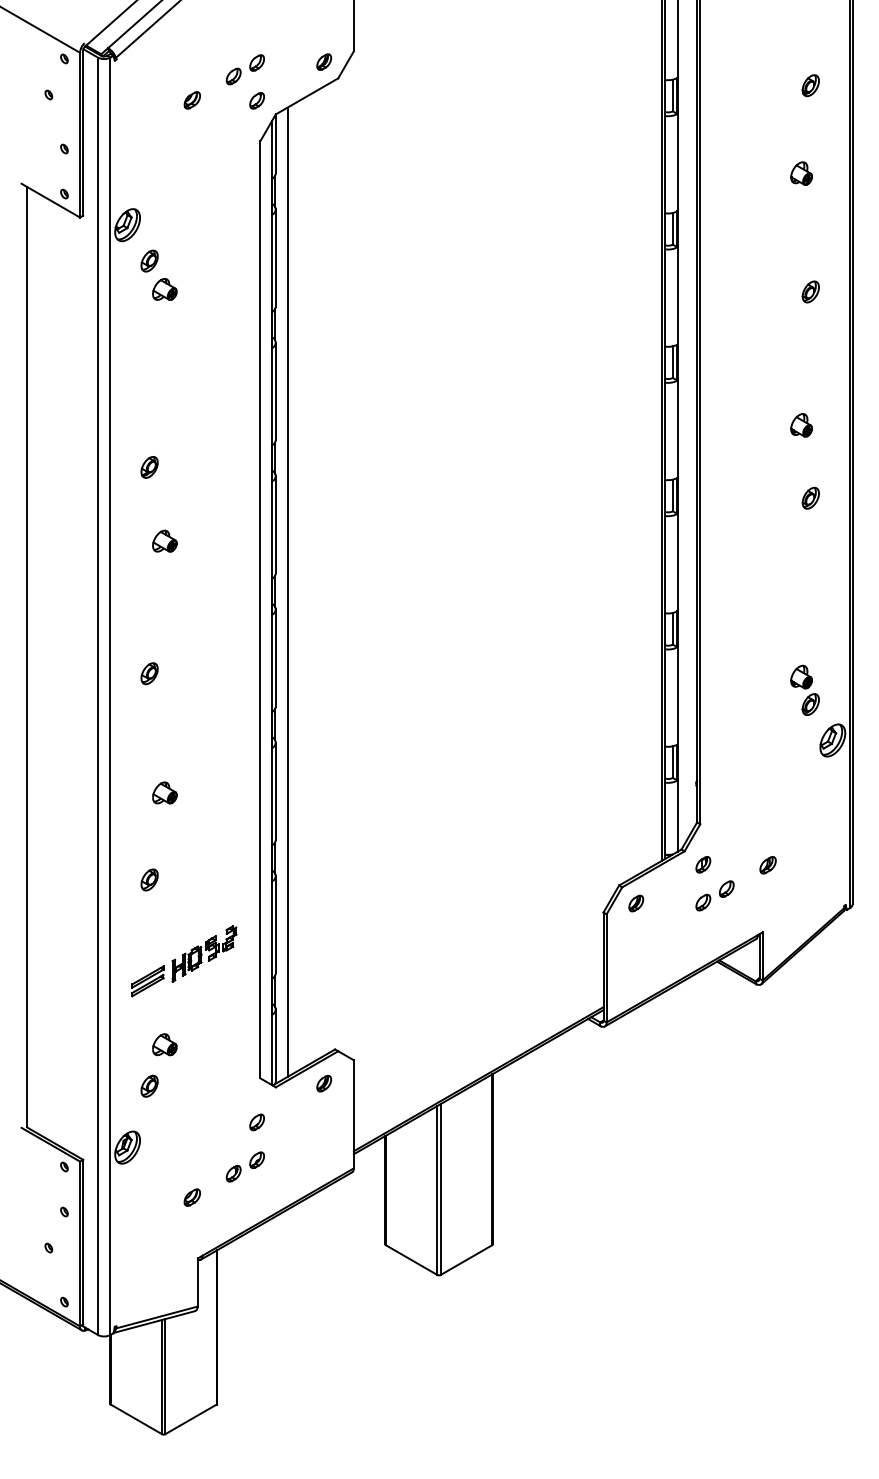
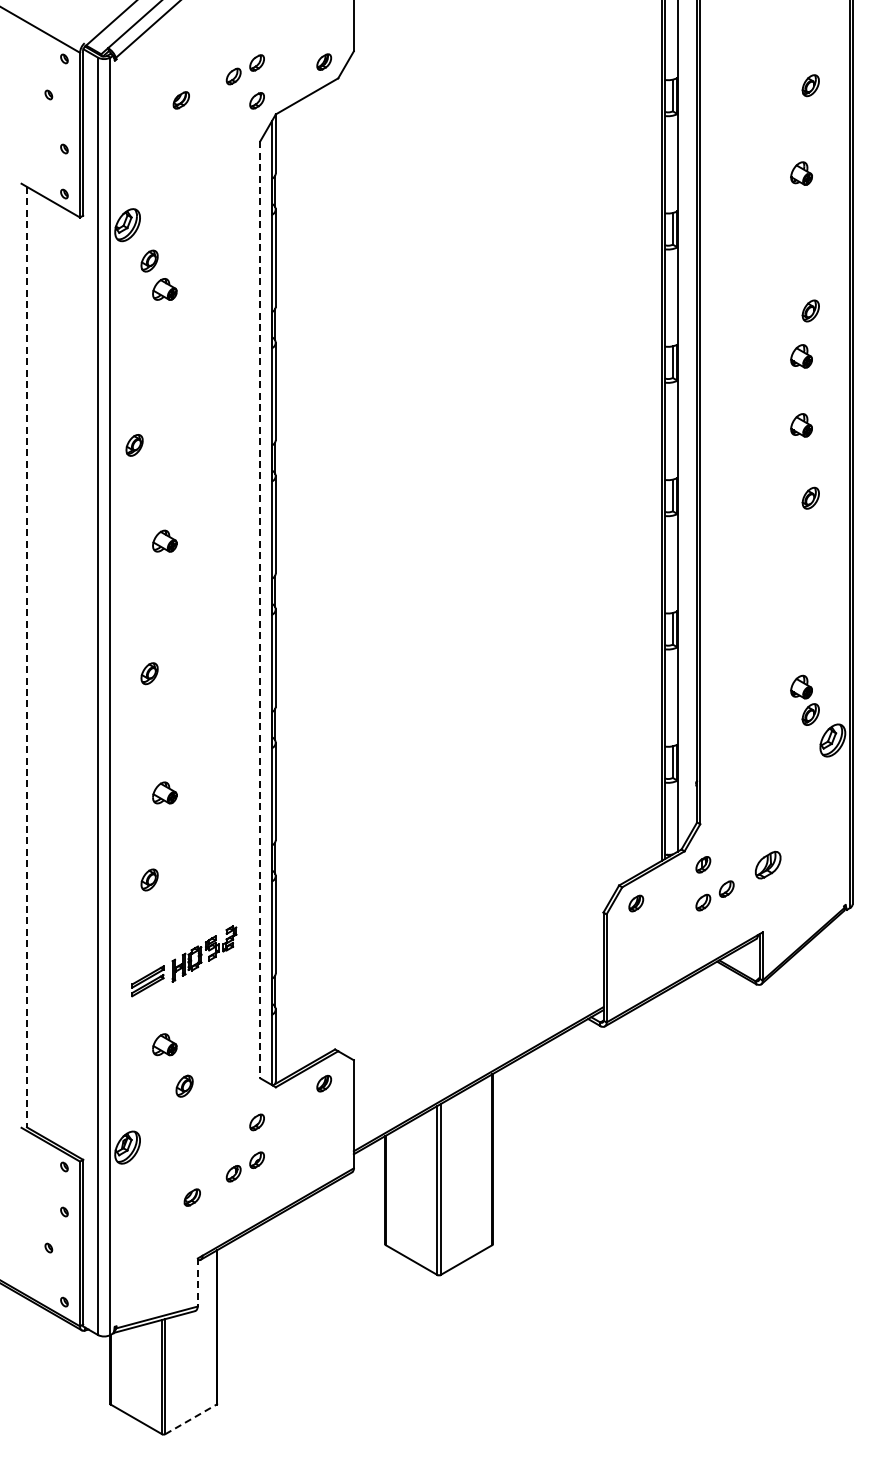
part at (191, 100) position: (191, 100) -> (180, 100)
part at (810, 291) position: (810, 291) -> (810, 310)
part at (801, 356): none -> present
part at (149, 467) position: (149, 467) -> (134, 445)
line at (287, 591): present -> none
line at (260, 610): solid -> dashed
line at (27, 657): solid -> dashed
part at (804, 689) position: (804, 689) -> (804, 699)
part at (767, 865) size: 18x19 px -> 27x29 px
part at (149, 1085) position: (149, 1085) -> (184, 1085)
line at (197, 1282): solid -> dashed
line at (191, 1419): solid -> dashed
